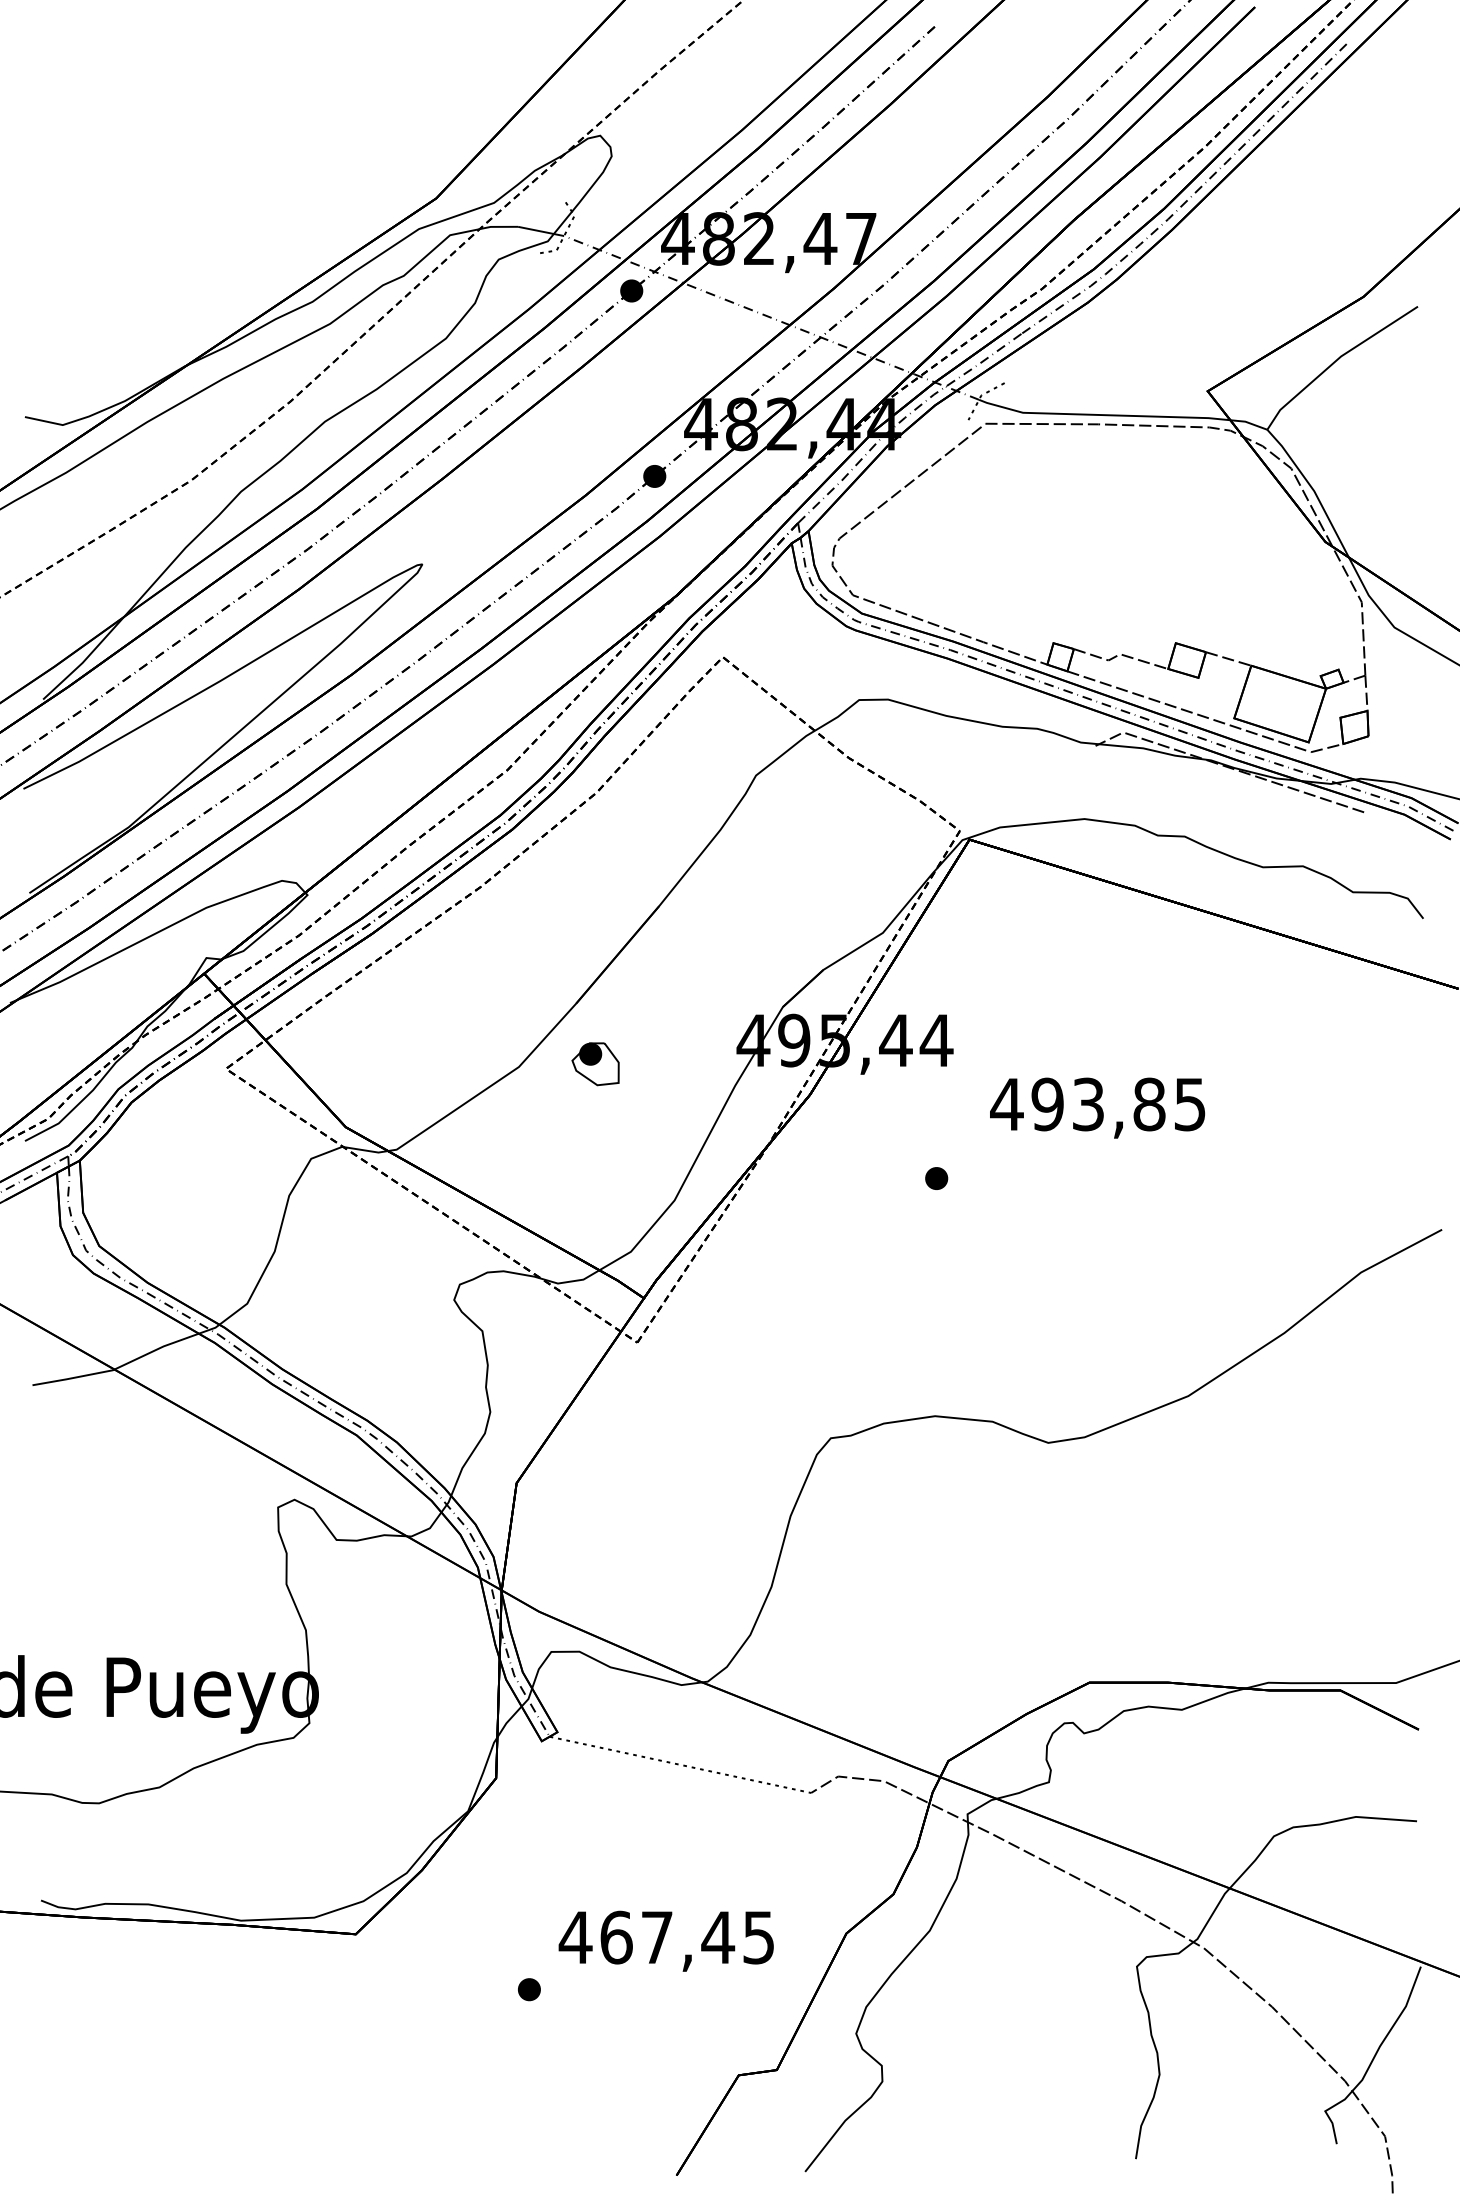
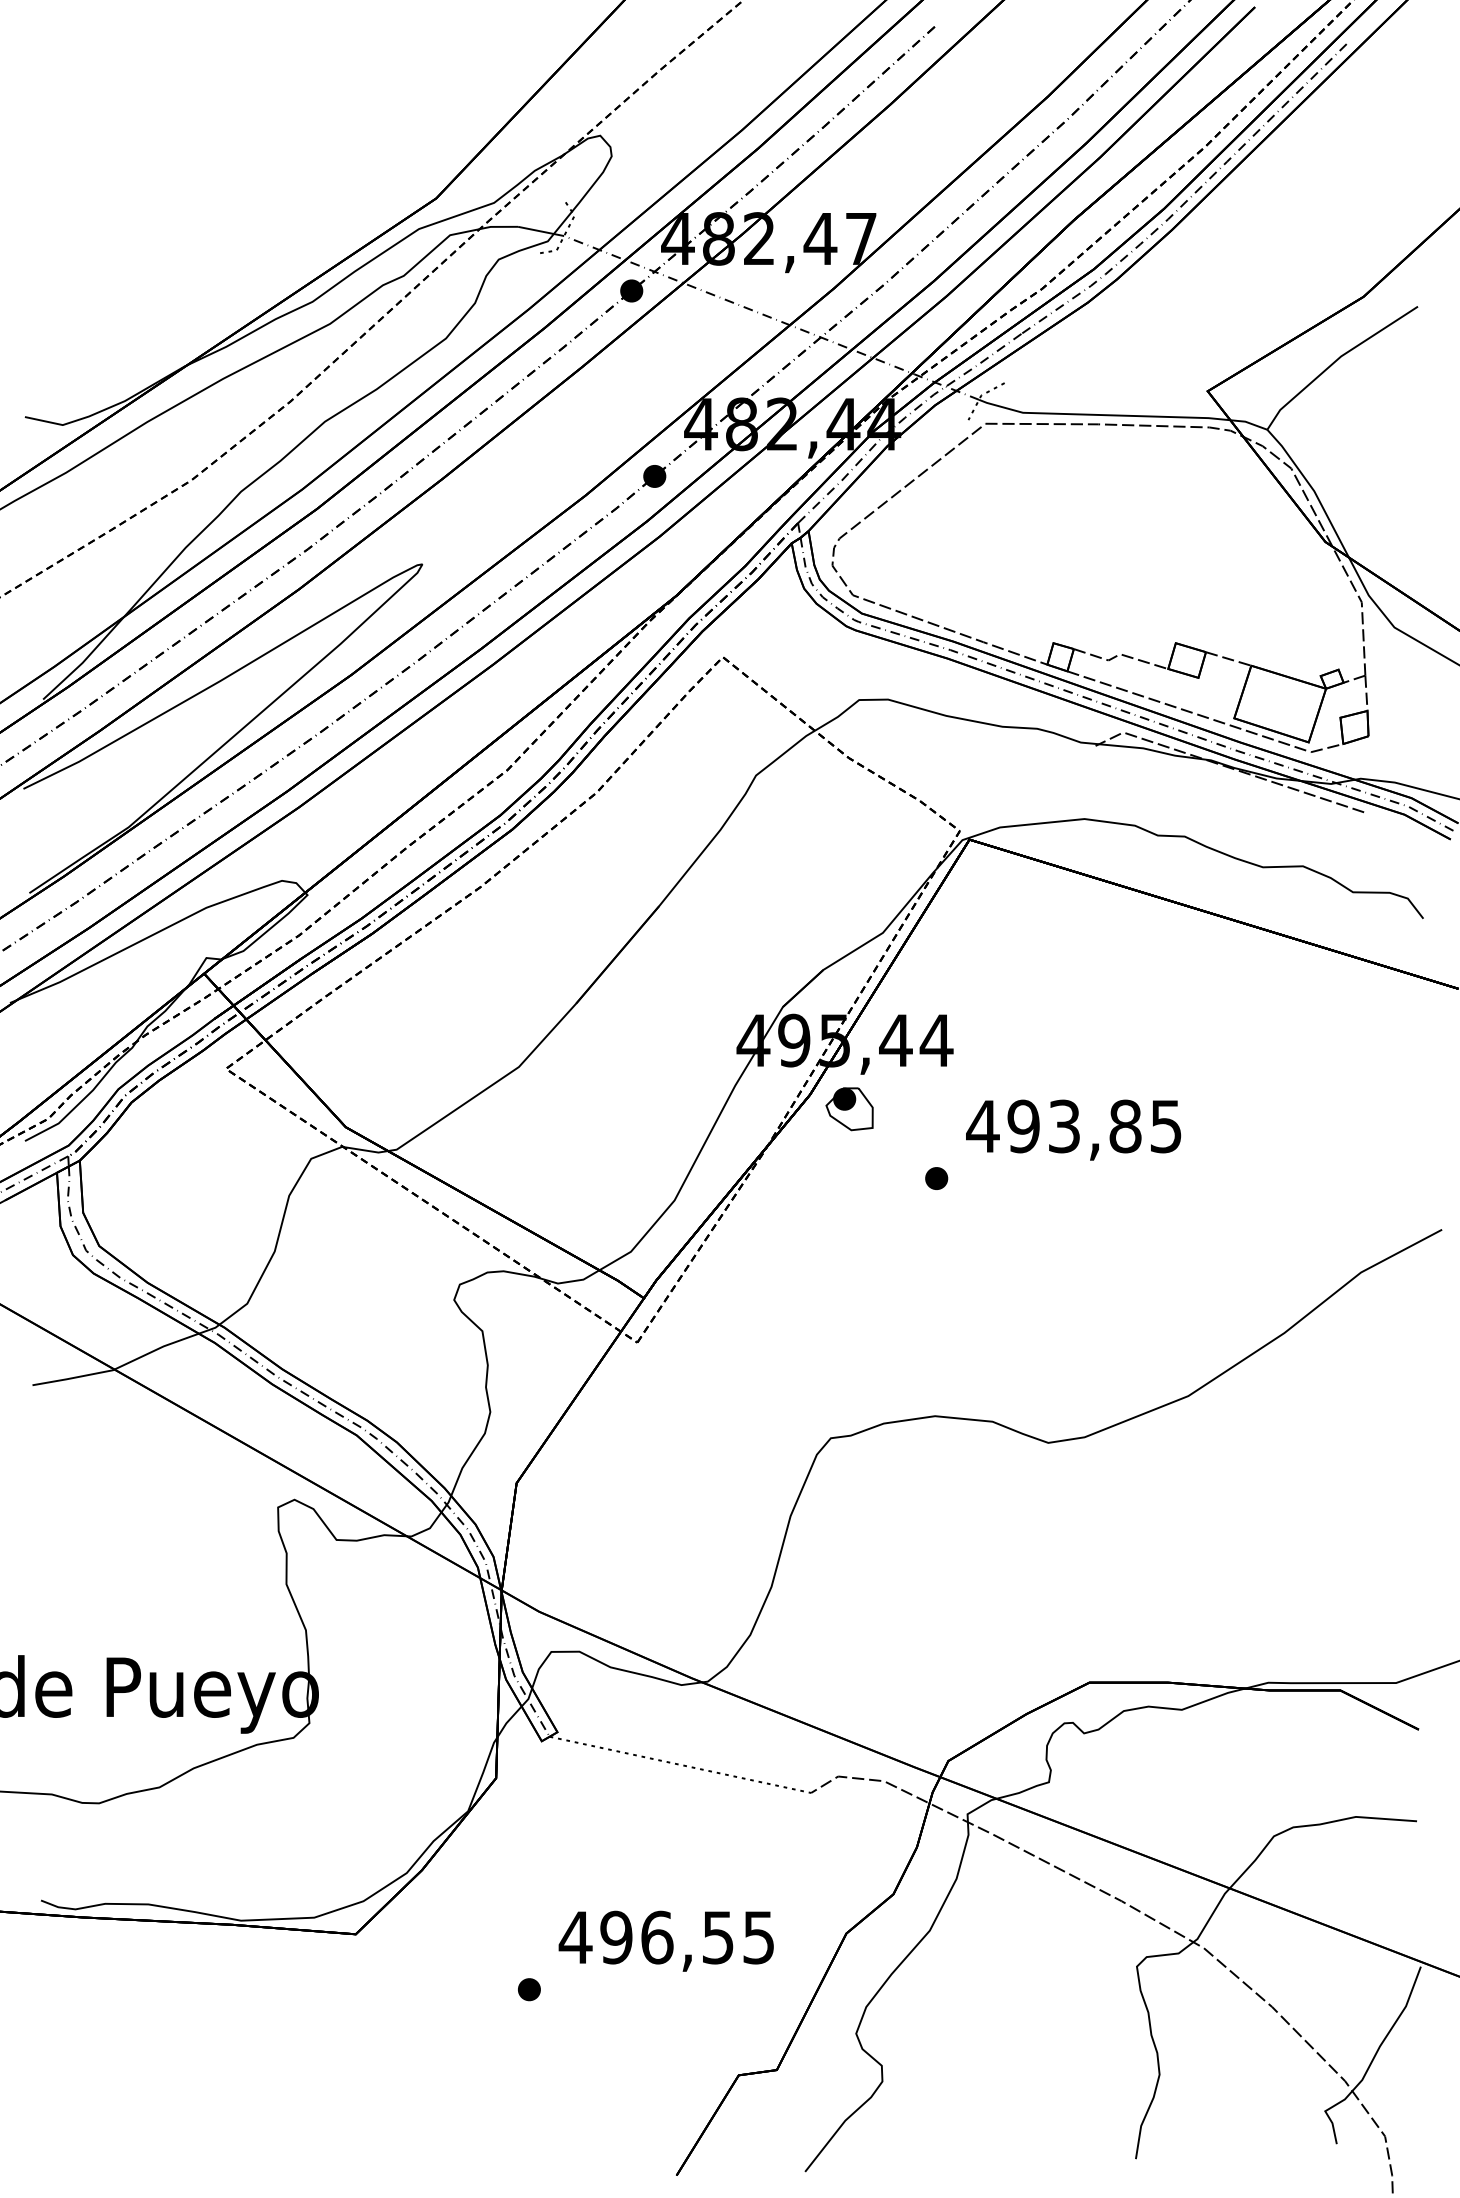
part at (595, 1064) position: (595, 1064) -> (849, 1109)
text at (1097, 1107) position: (1097, 1107) -> (1073, 1129)
text at (667, 1937): 467,45 -> 496,55
